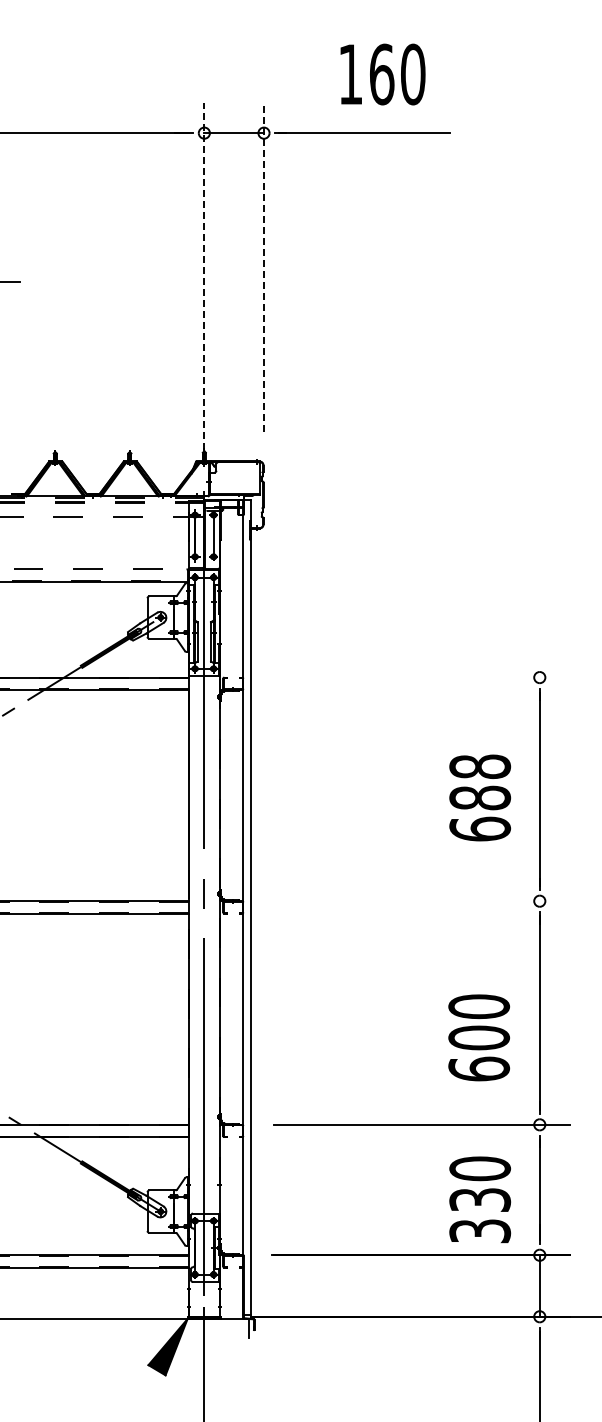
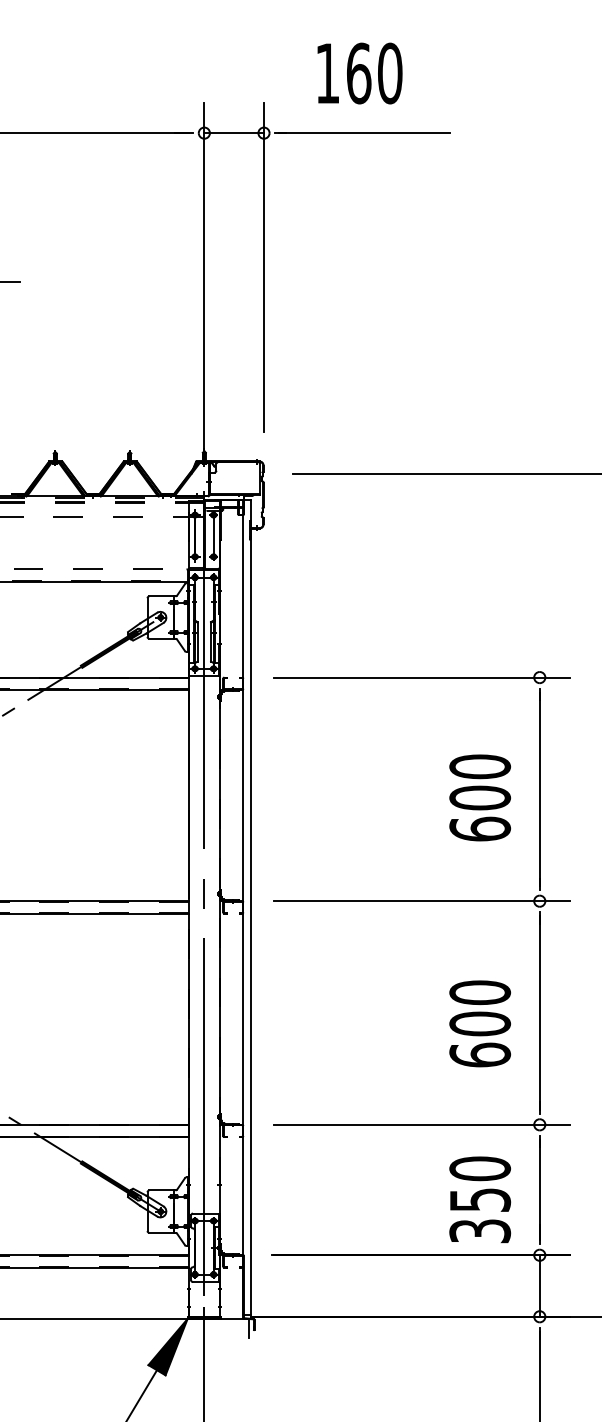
text at (382, 74) position: (382, 74) -> (359, 73)
line at (264, 266): dashed -> solid
line at (204, 281): dashed -> solid
line at (445, 474): none -> present
line at (421, 677): none -> present
text at (479, 782): 688 -> 600
line at (421, 901): none -> present
text at (479, 1037) position: (479, 1037) -> (480, 1023)
text at (479, 1199): 330 -> 350
line at (142, 1394): none -> present
